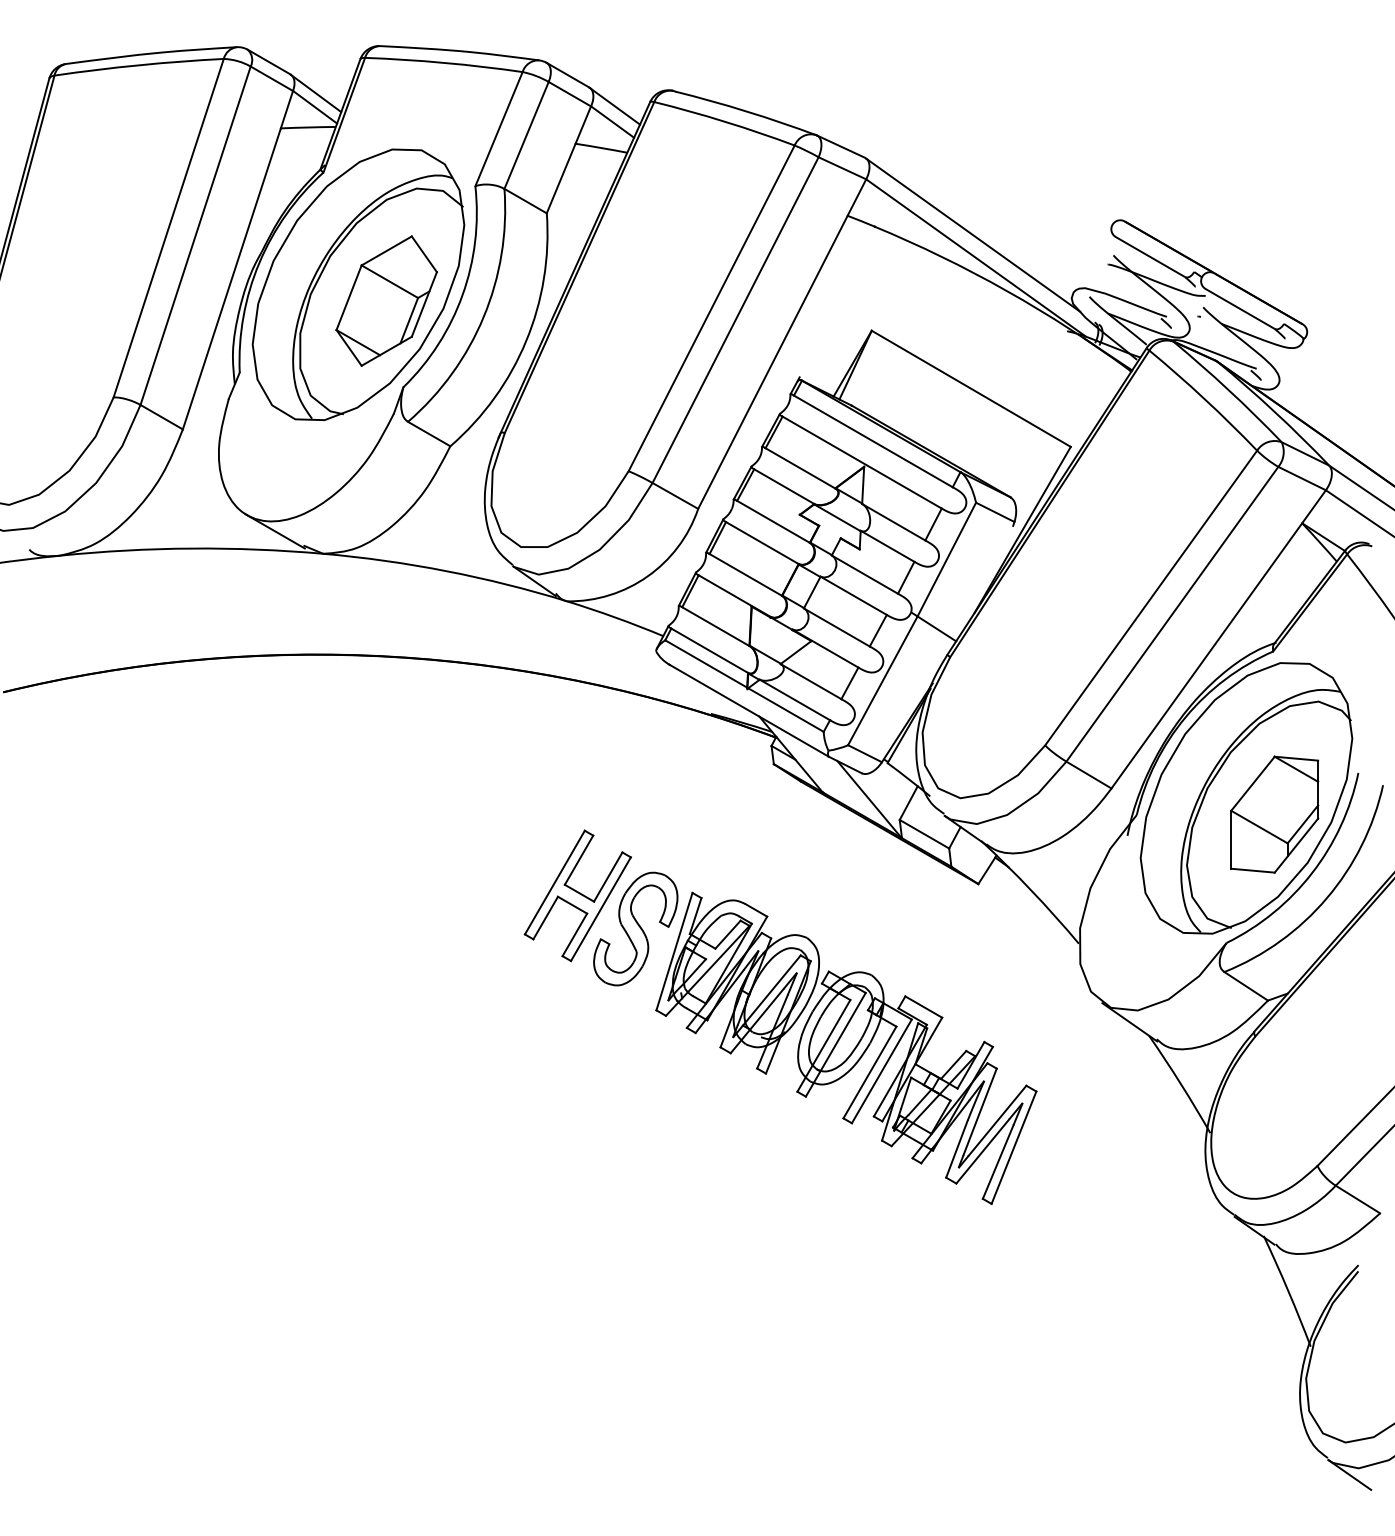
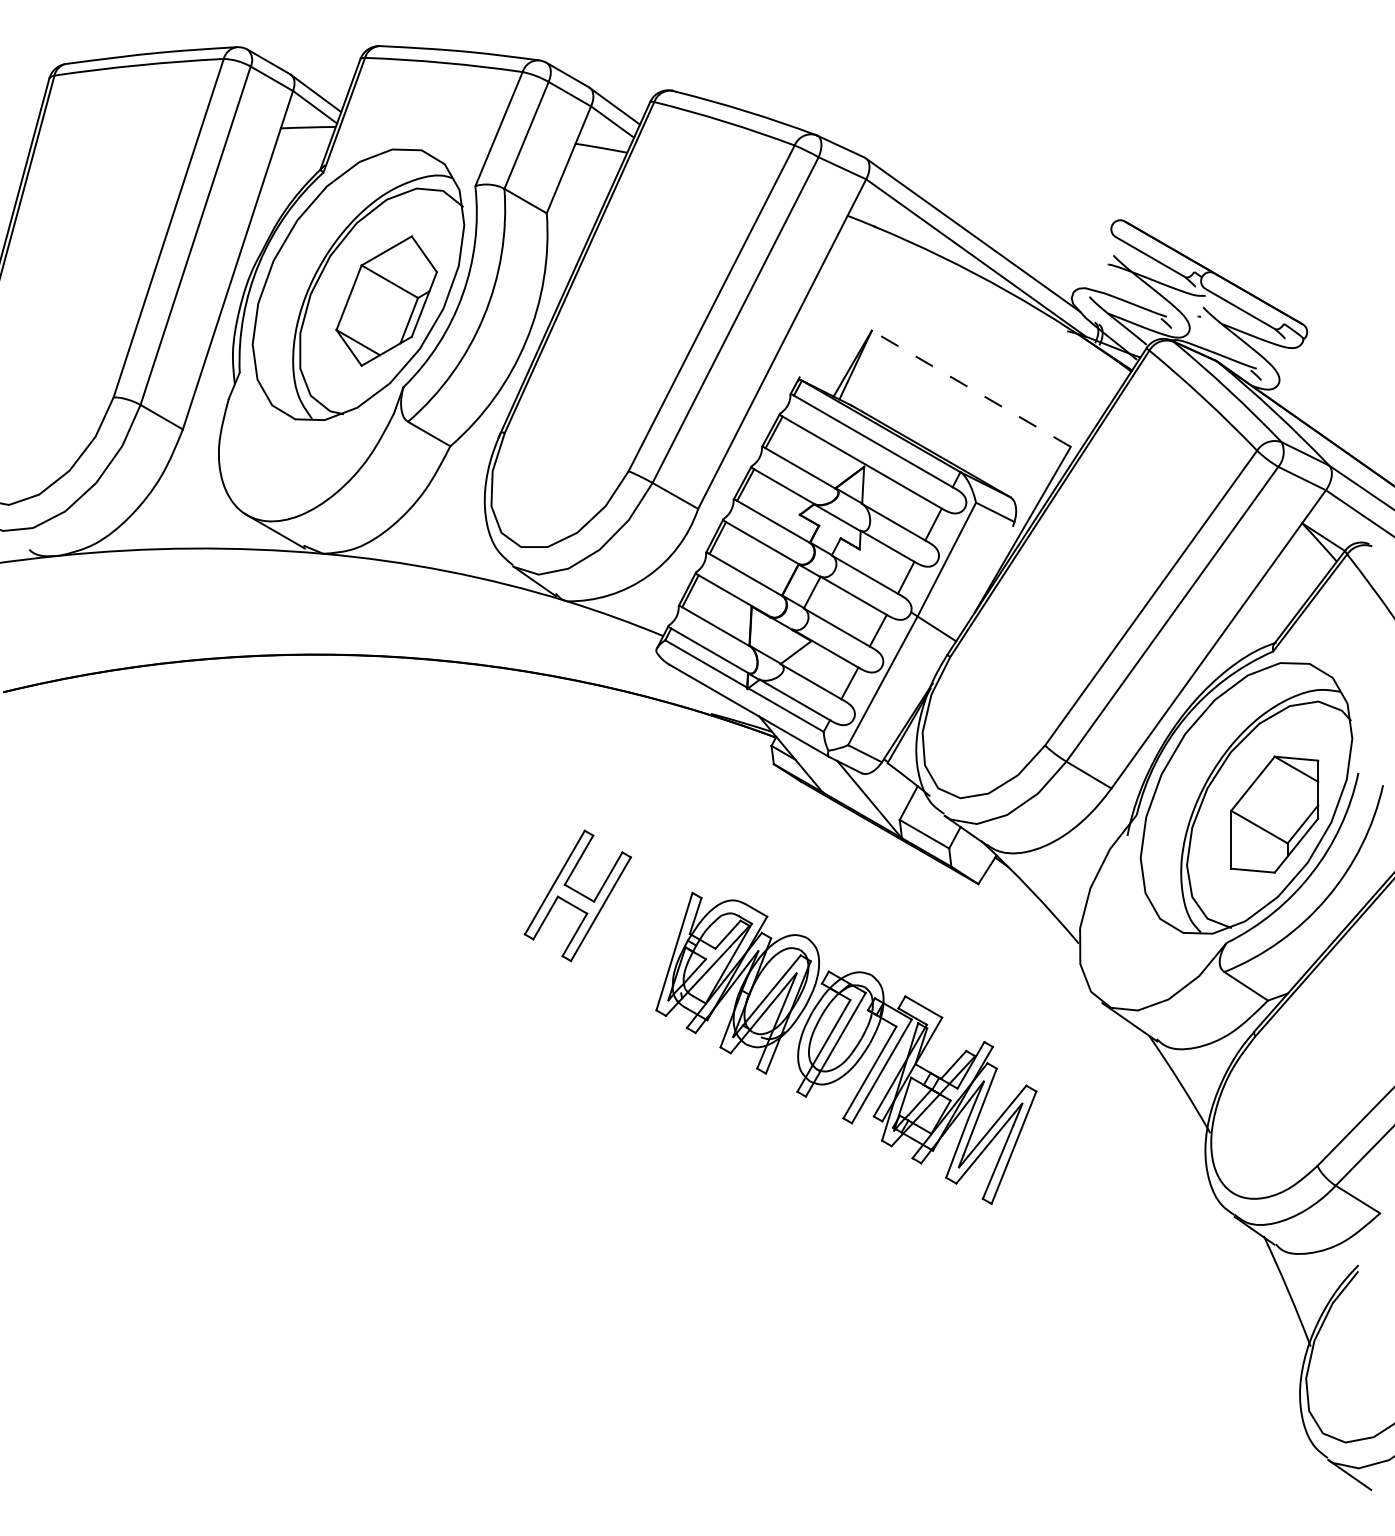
line at (970, 388): solid -> dashed
part at (635, 928): present -> none
